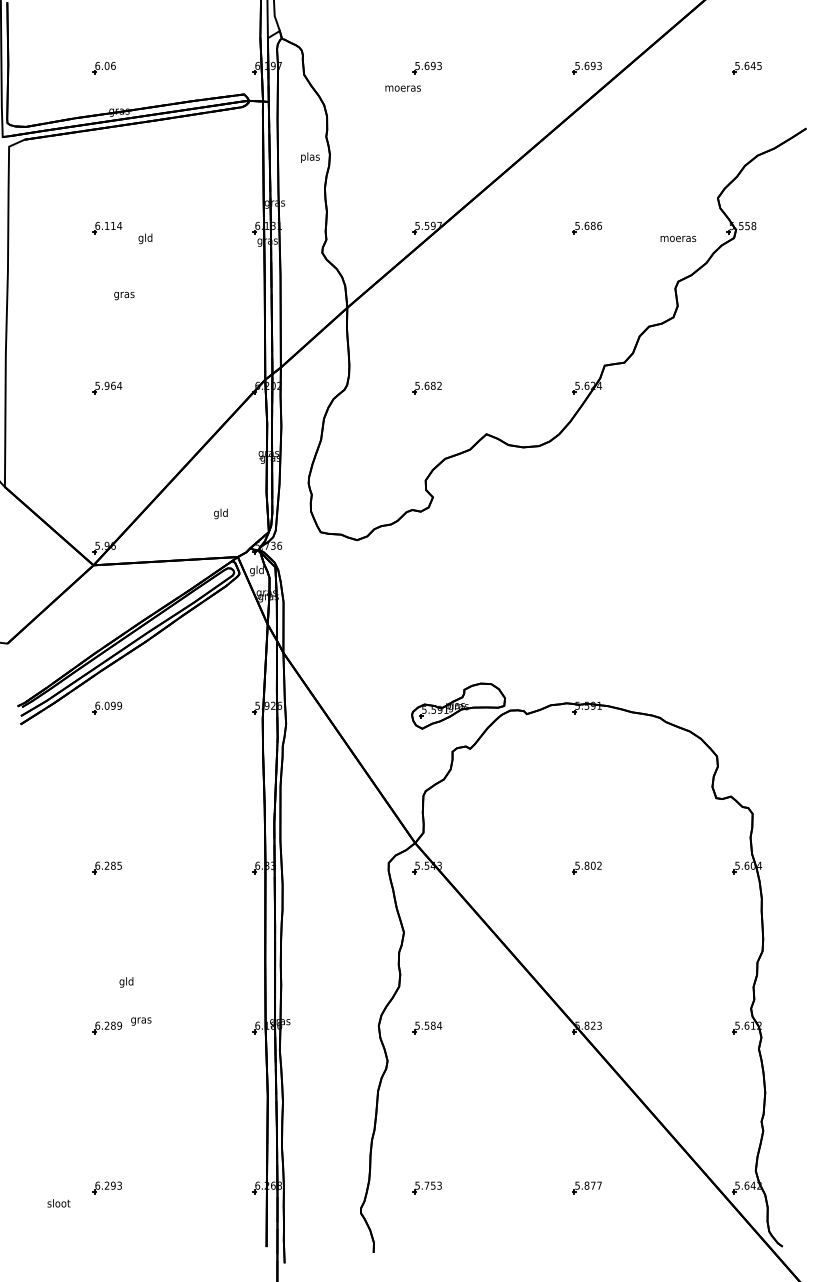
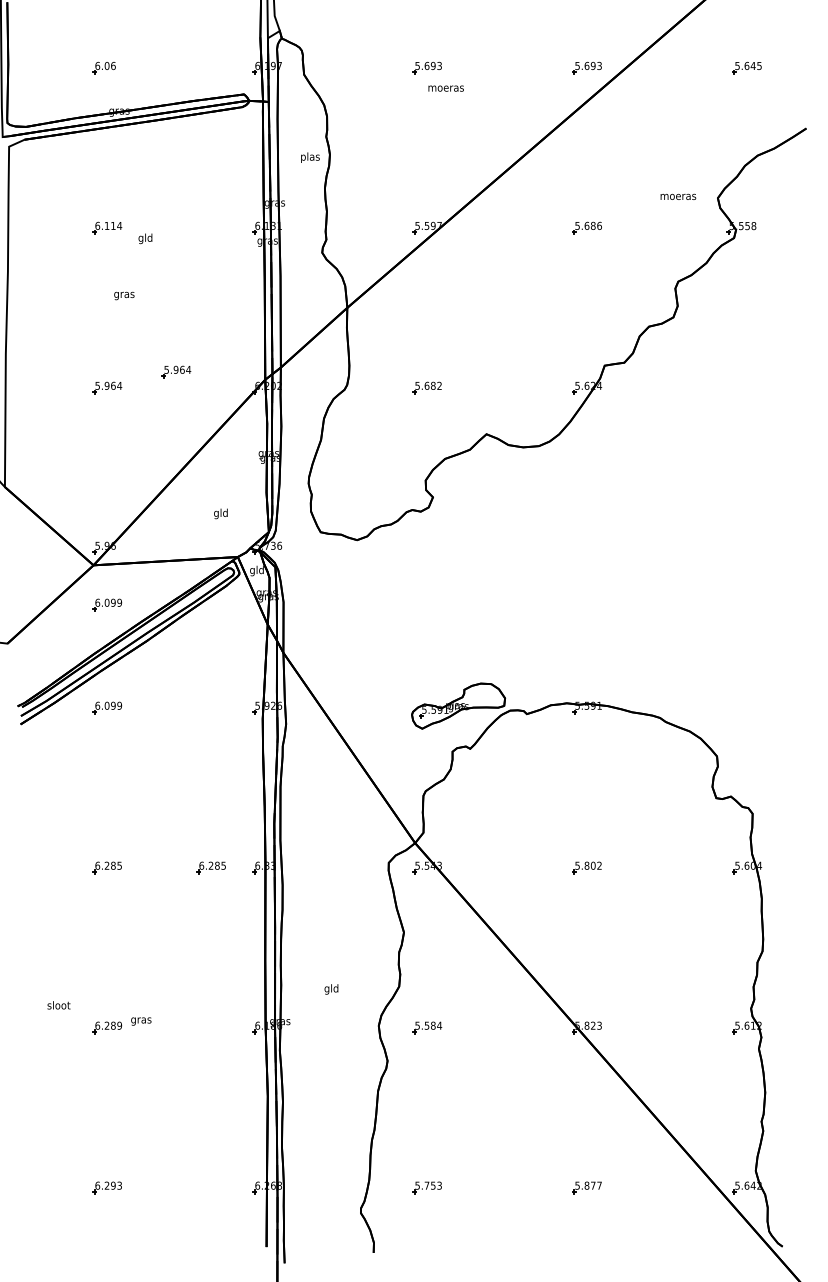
text at (402, 88) position: (402, 88) -> (445, 88)
text at (678, 238) position: (678, 238) -> (678, 196)
part at (176, 371): none -> present
part at (107, 604): none -> present
part at (210, 867): none -> present
text at (126, 982) position: (126, 982) -> (331, 989)
text at (58, 1203) position: (58, 1203) -> (58, 1005)
